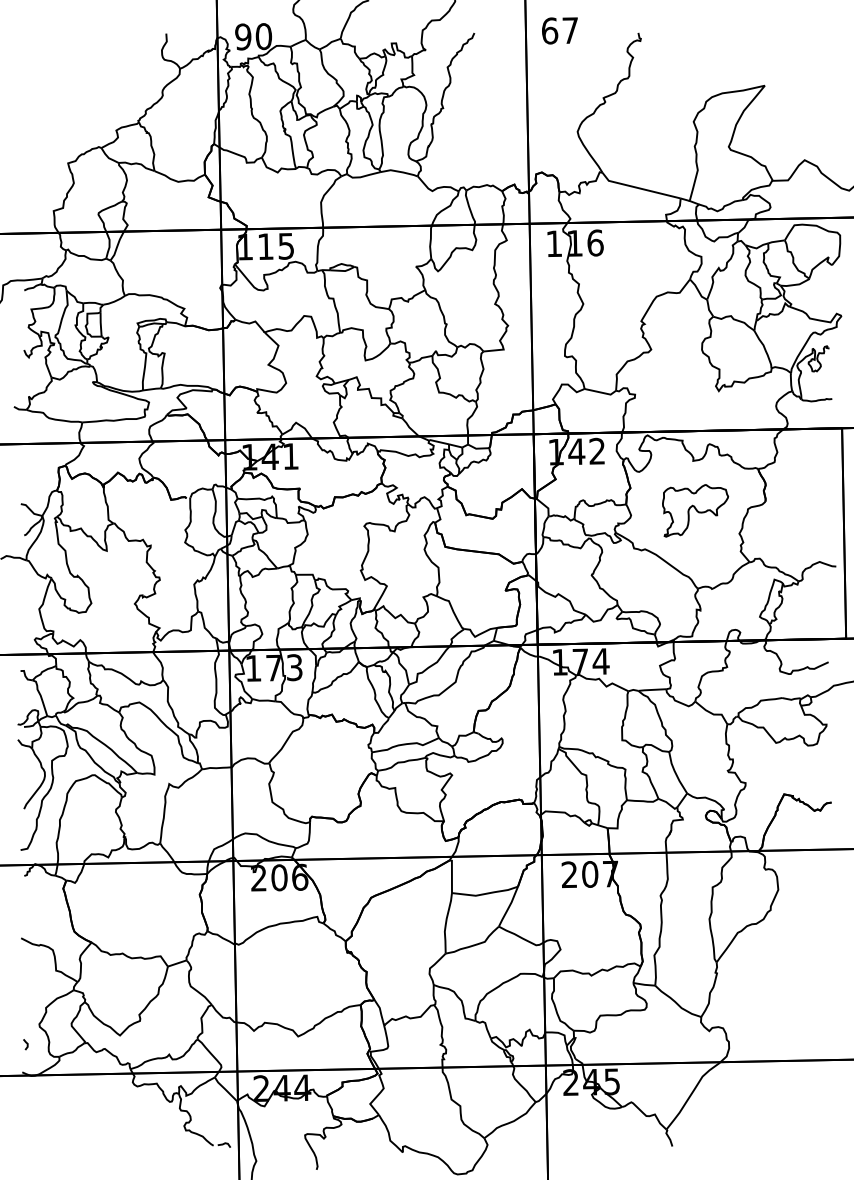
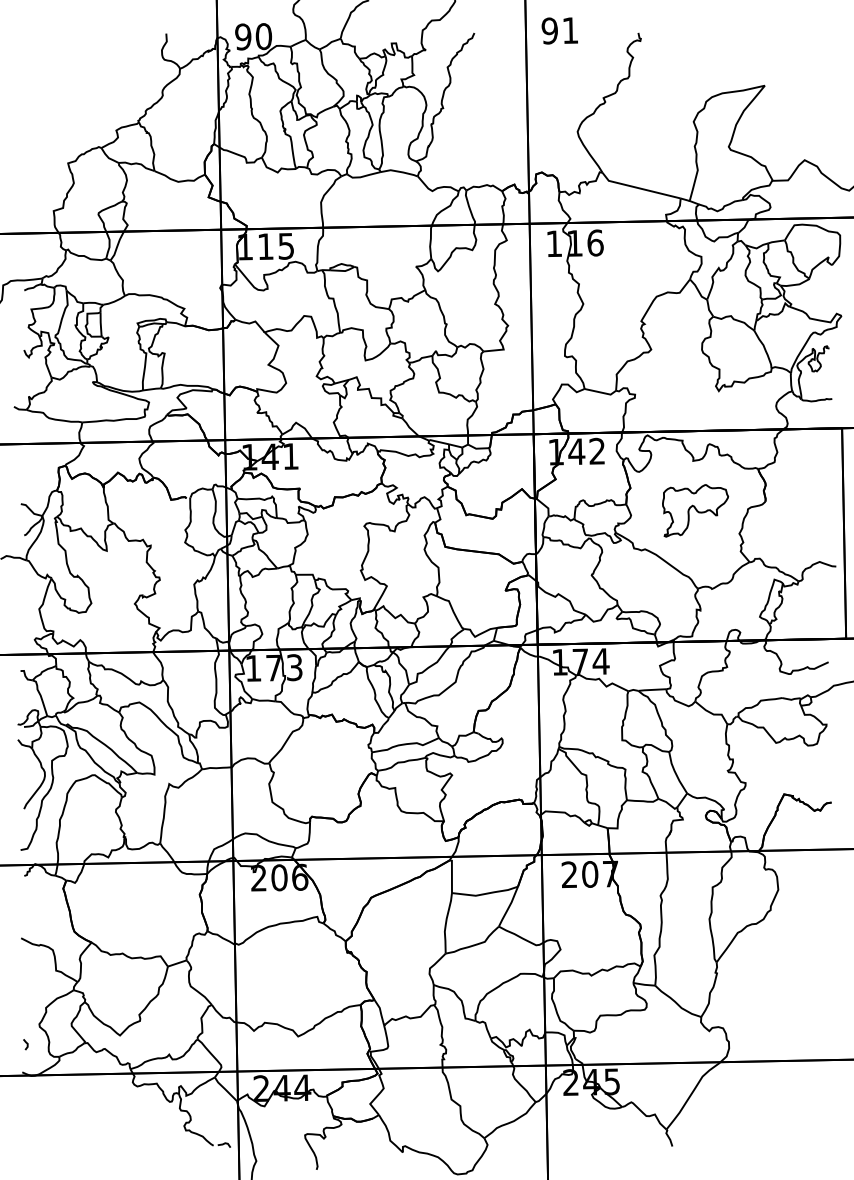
text at (559, 30): 67 -> 91
